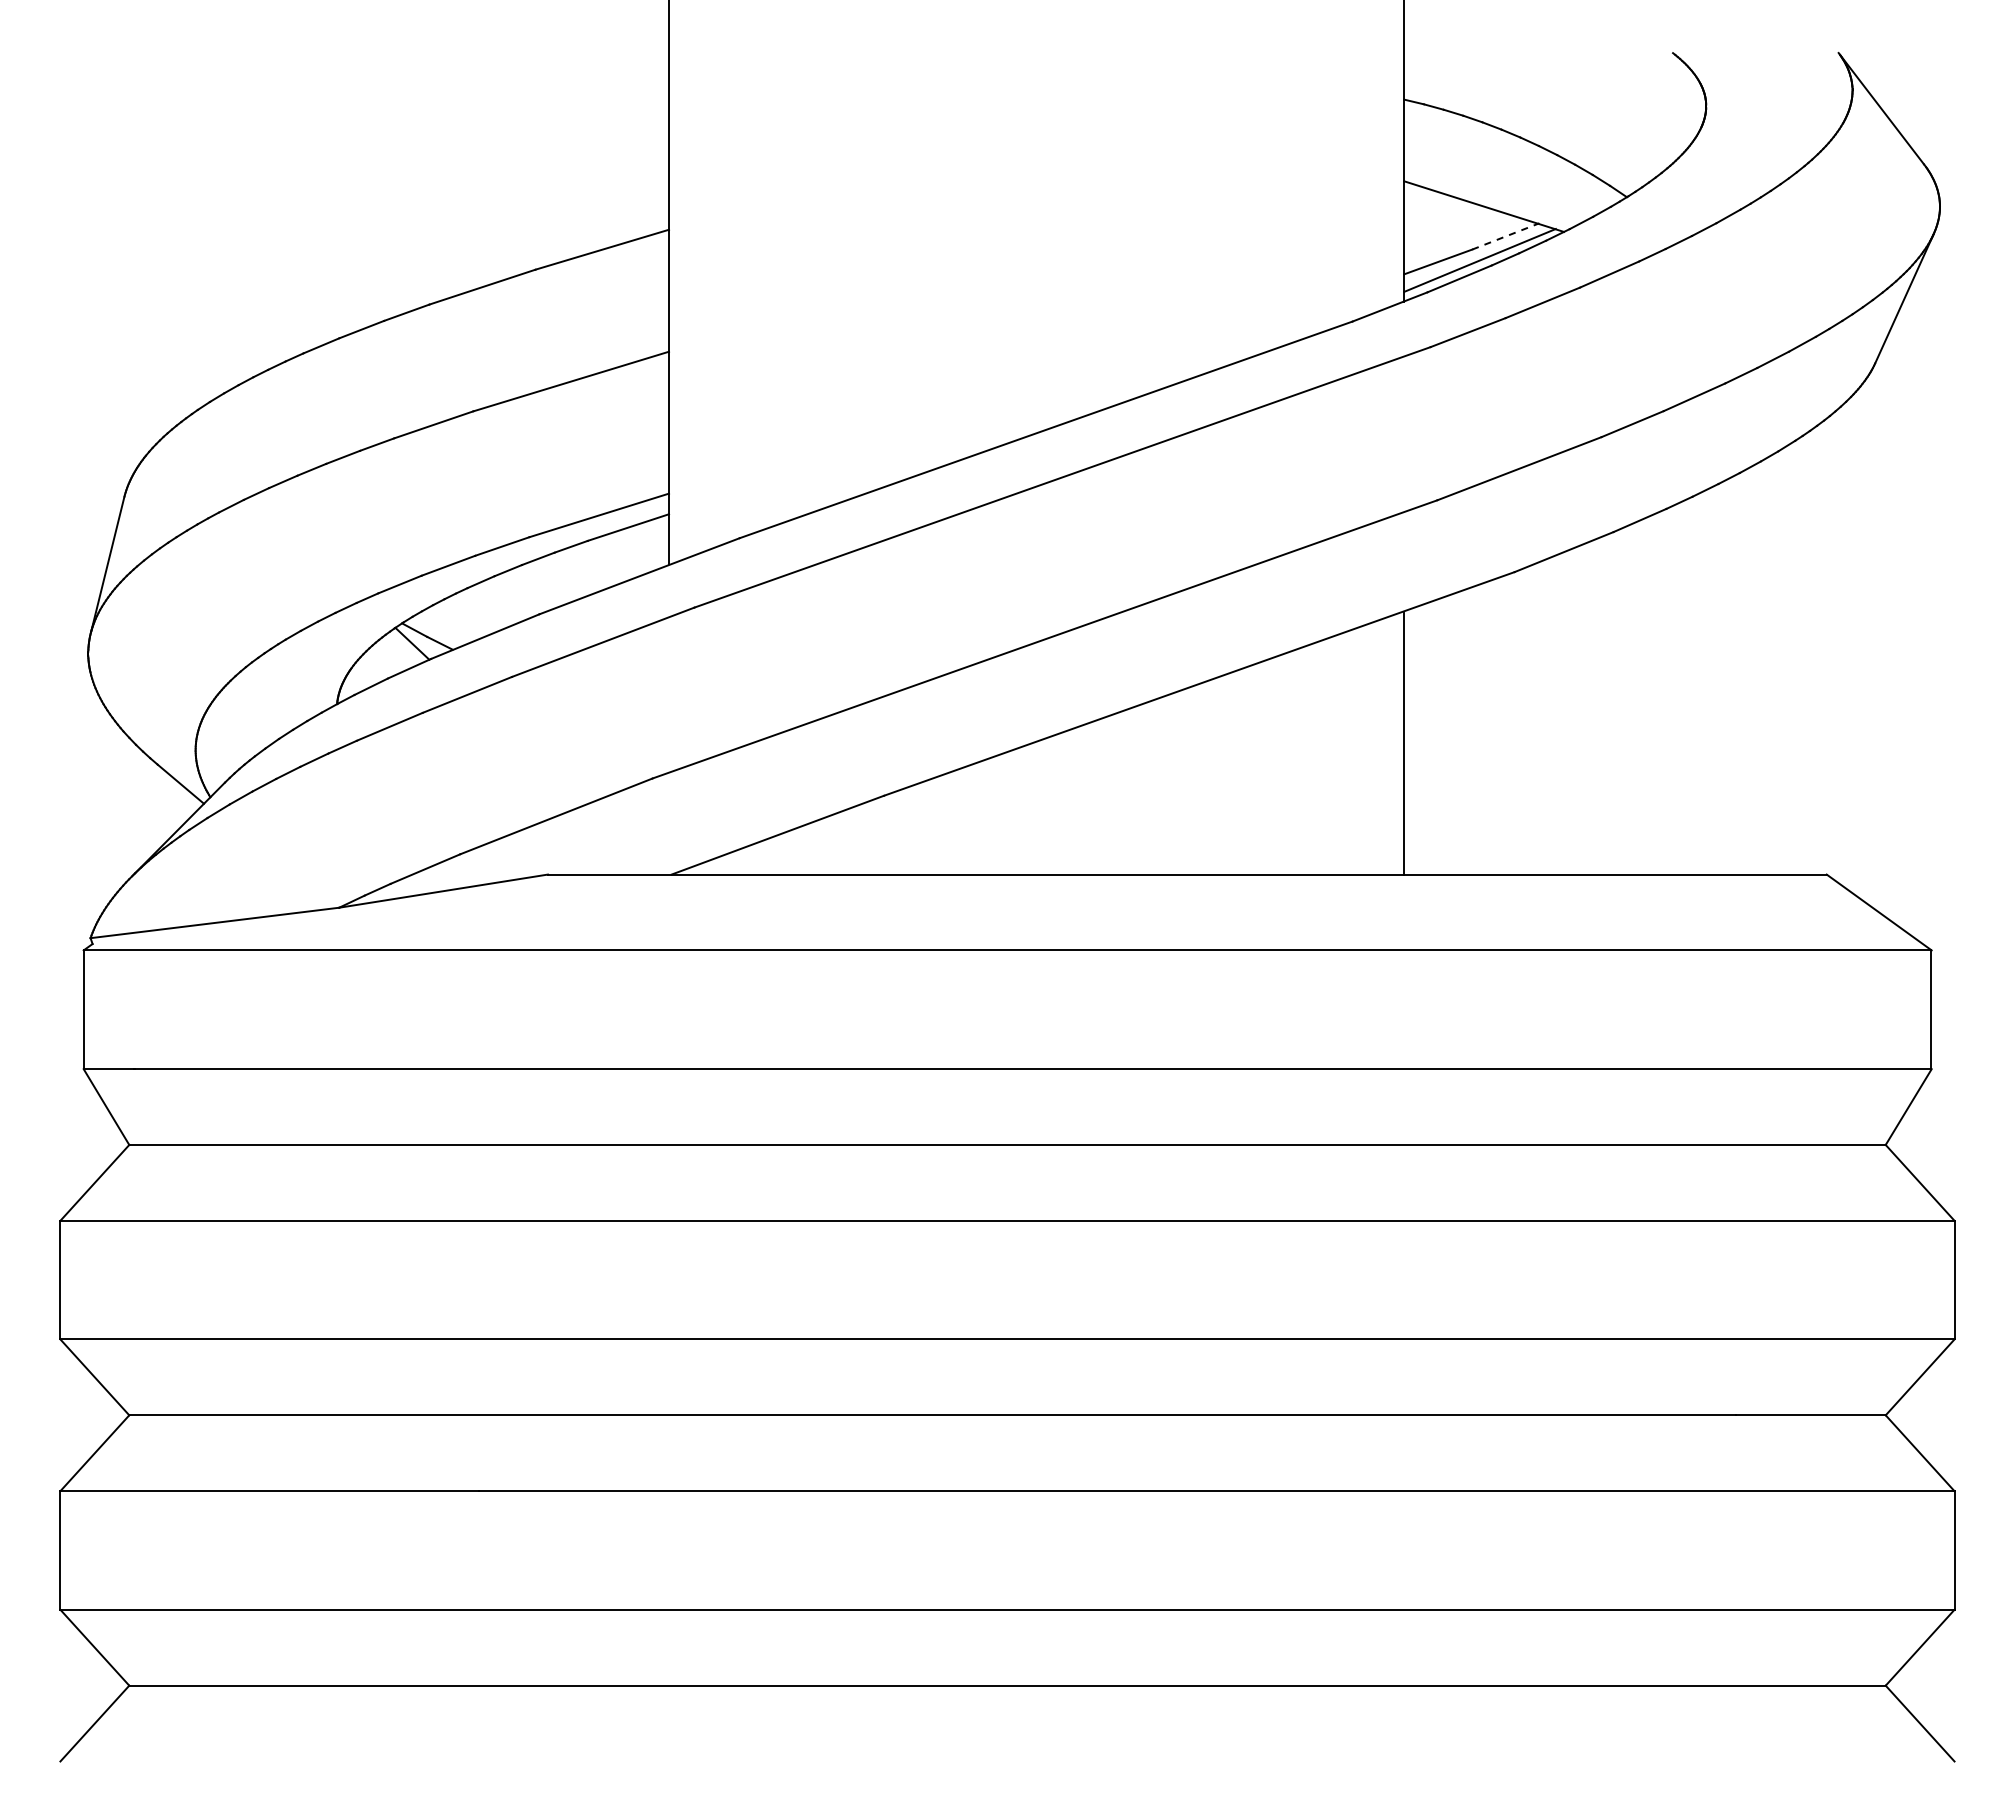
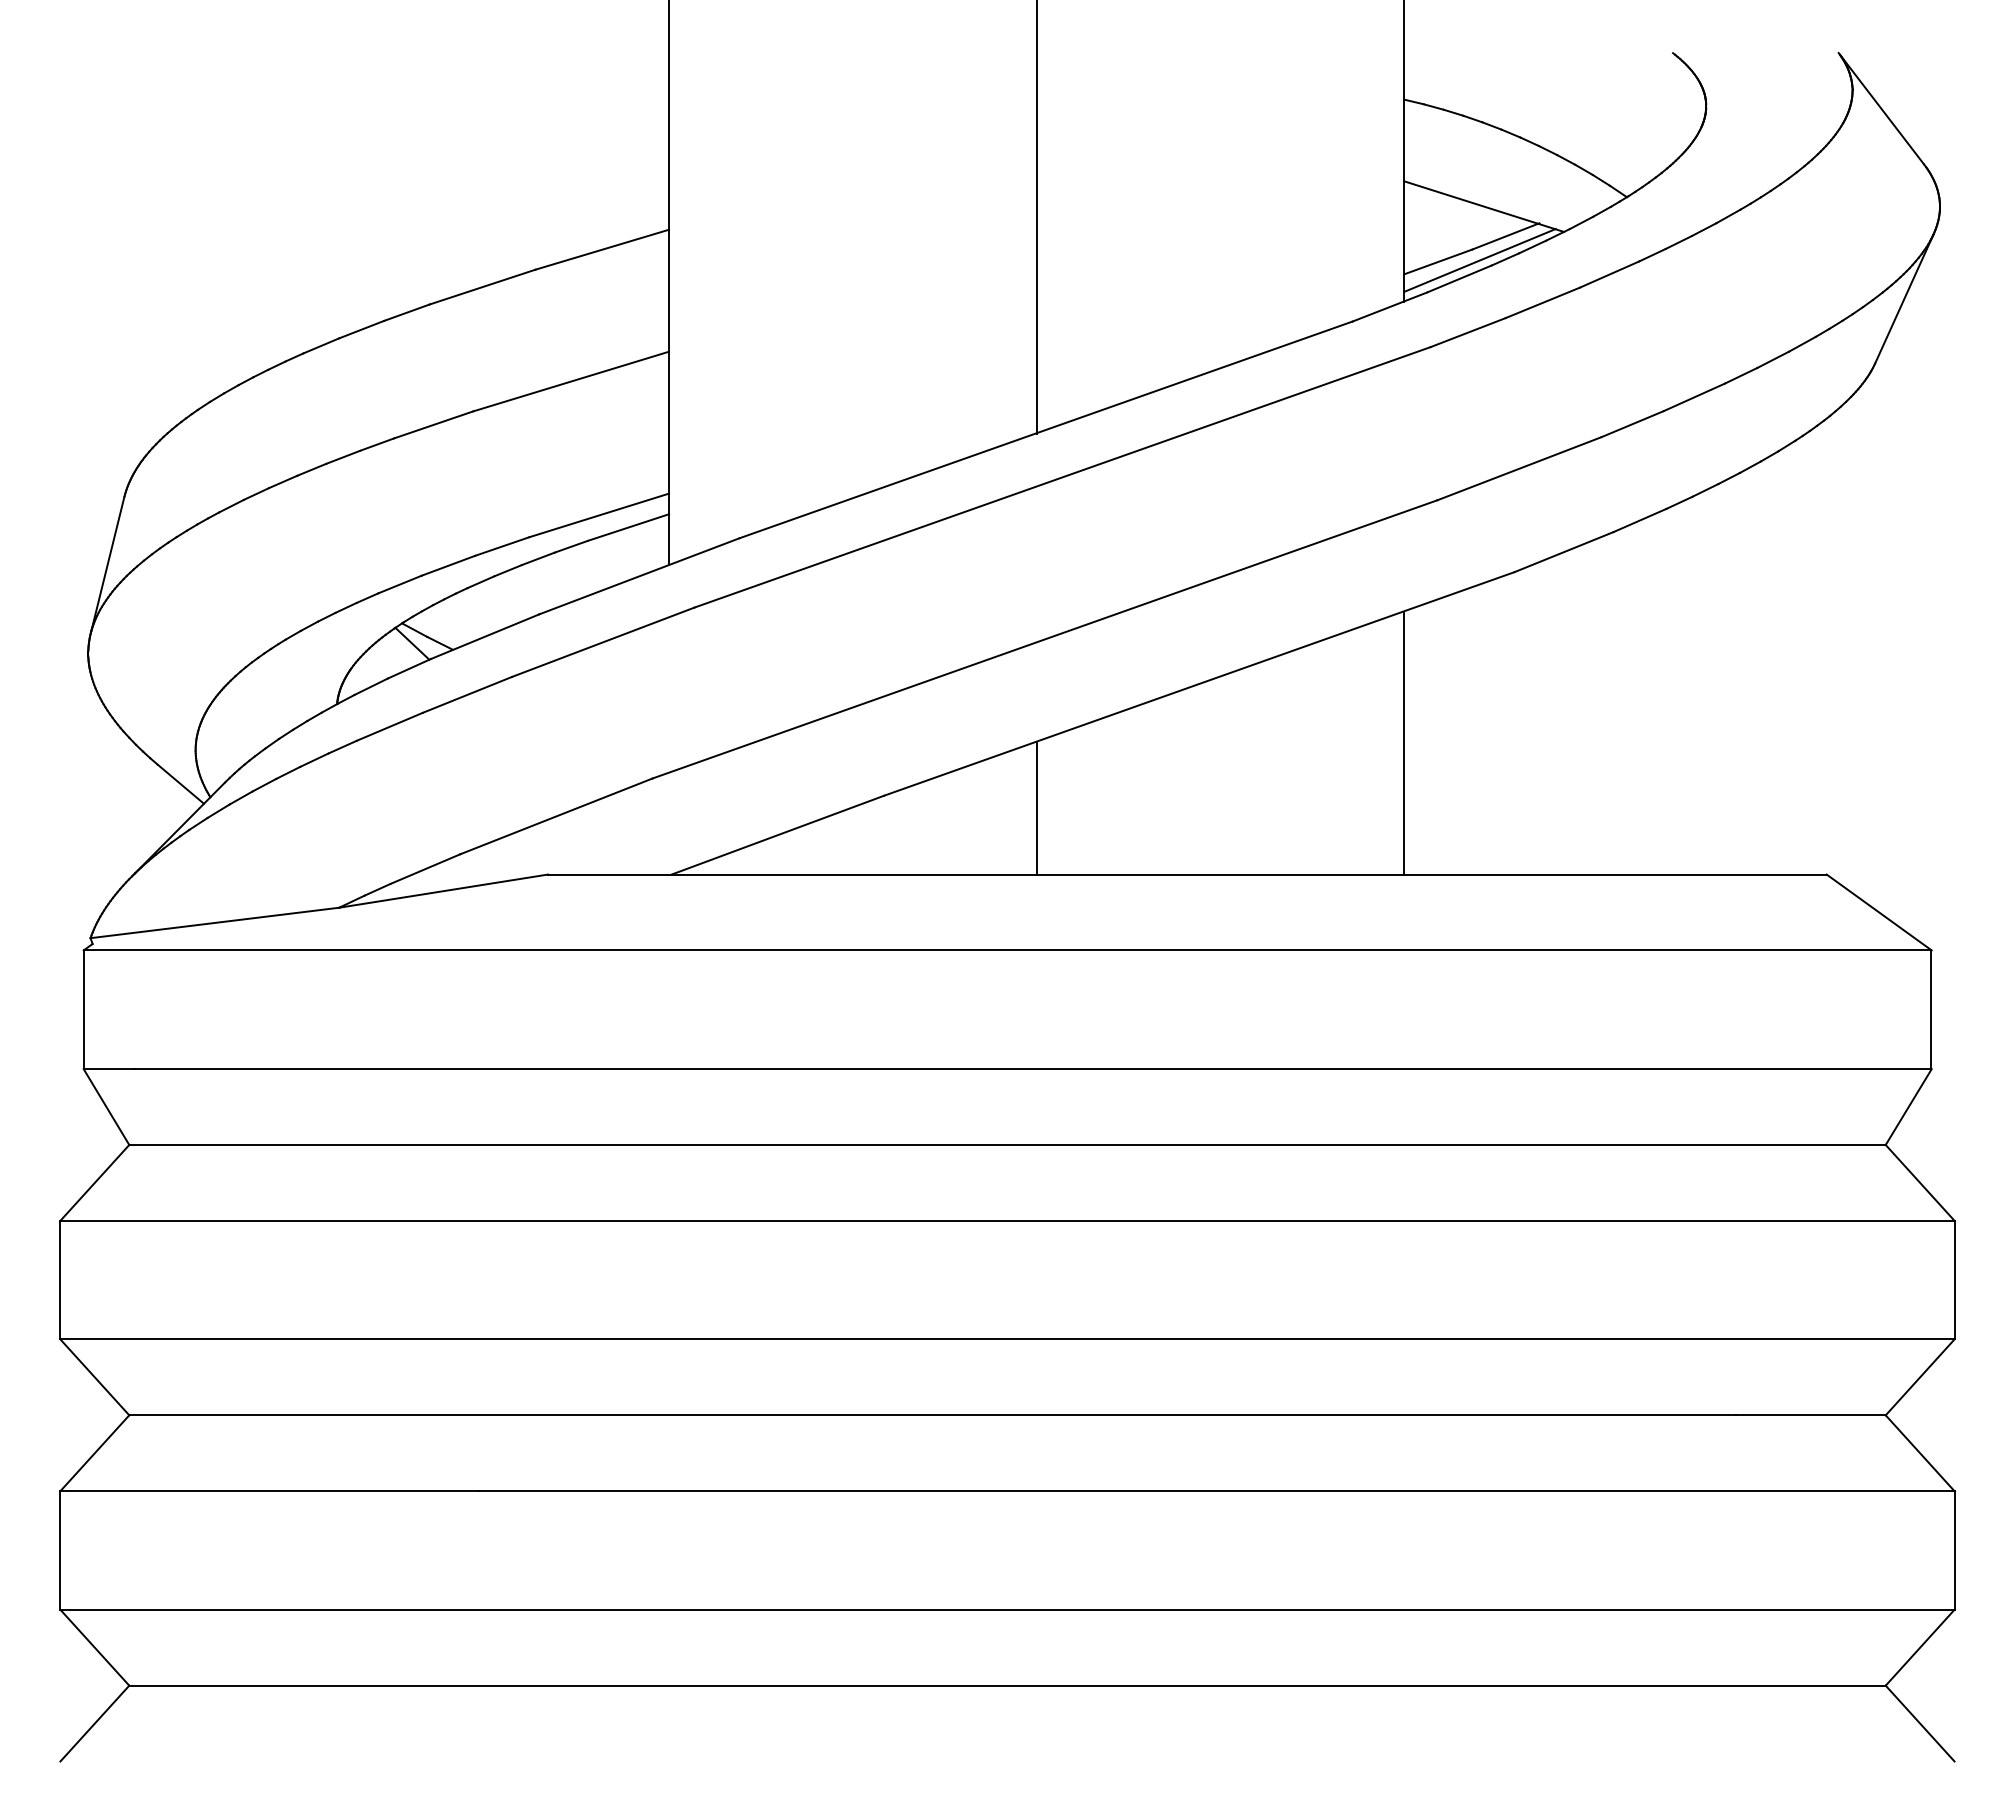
line at (1036, 218): none -> present
line at (1506, 236): dashed -> solid
line at (1036, 808): none -> present
